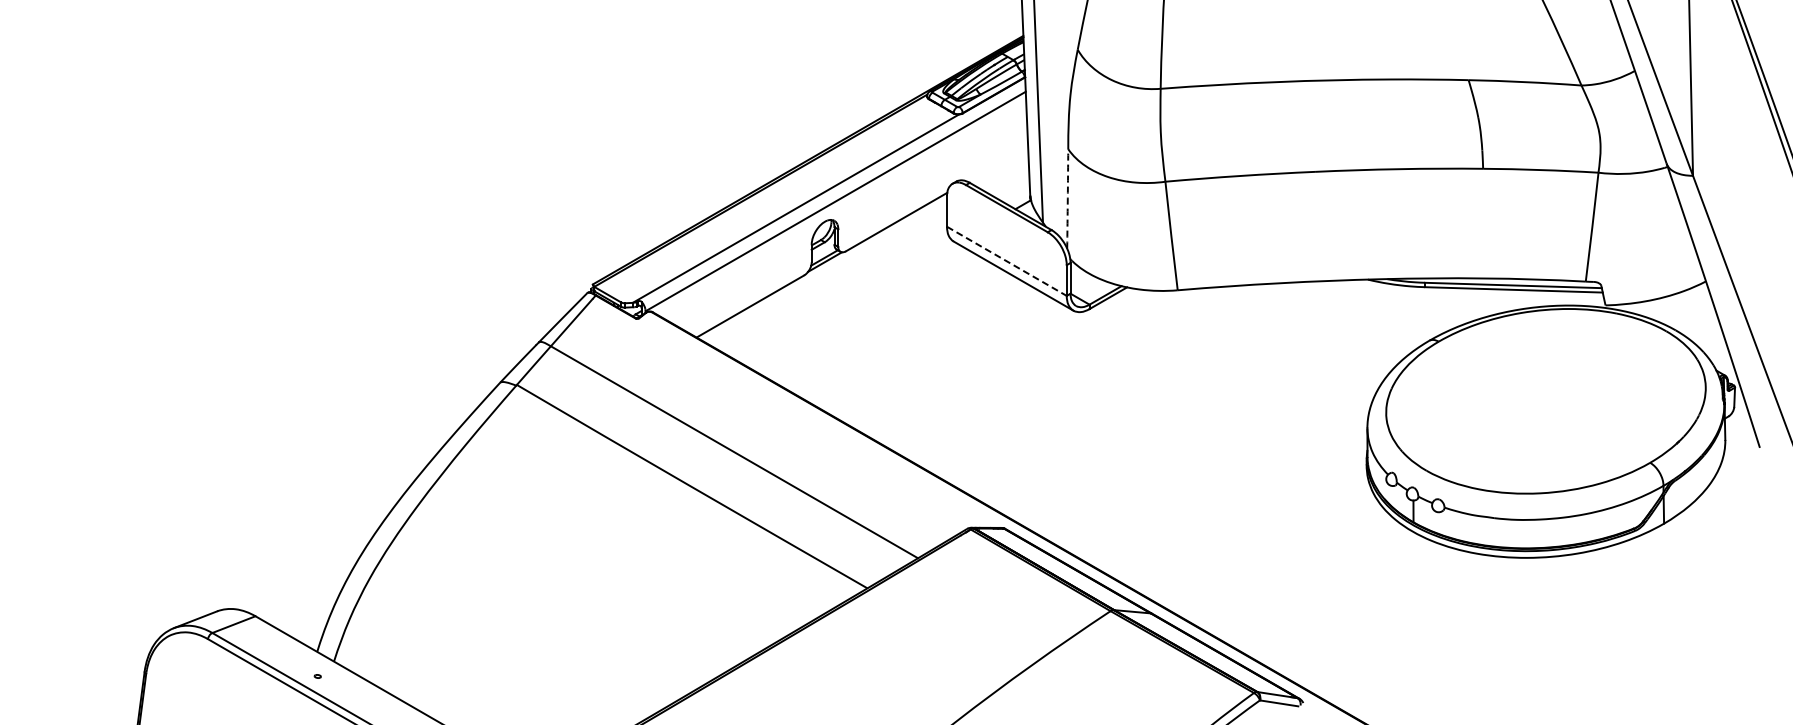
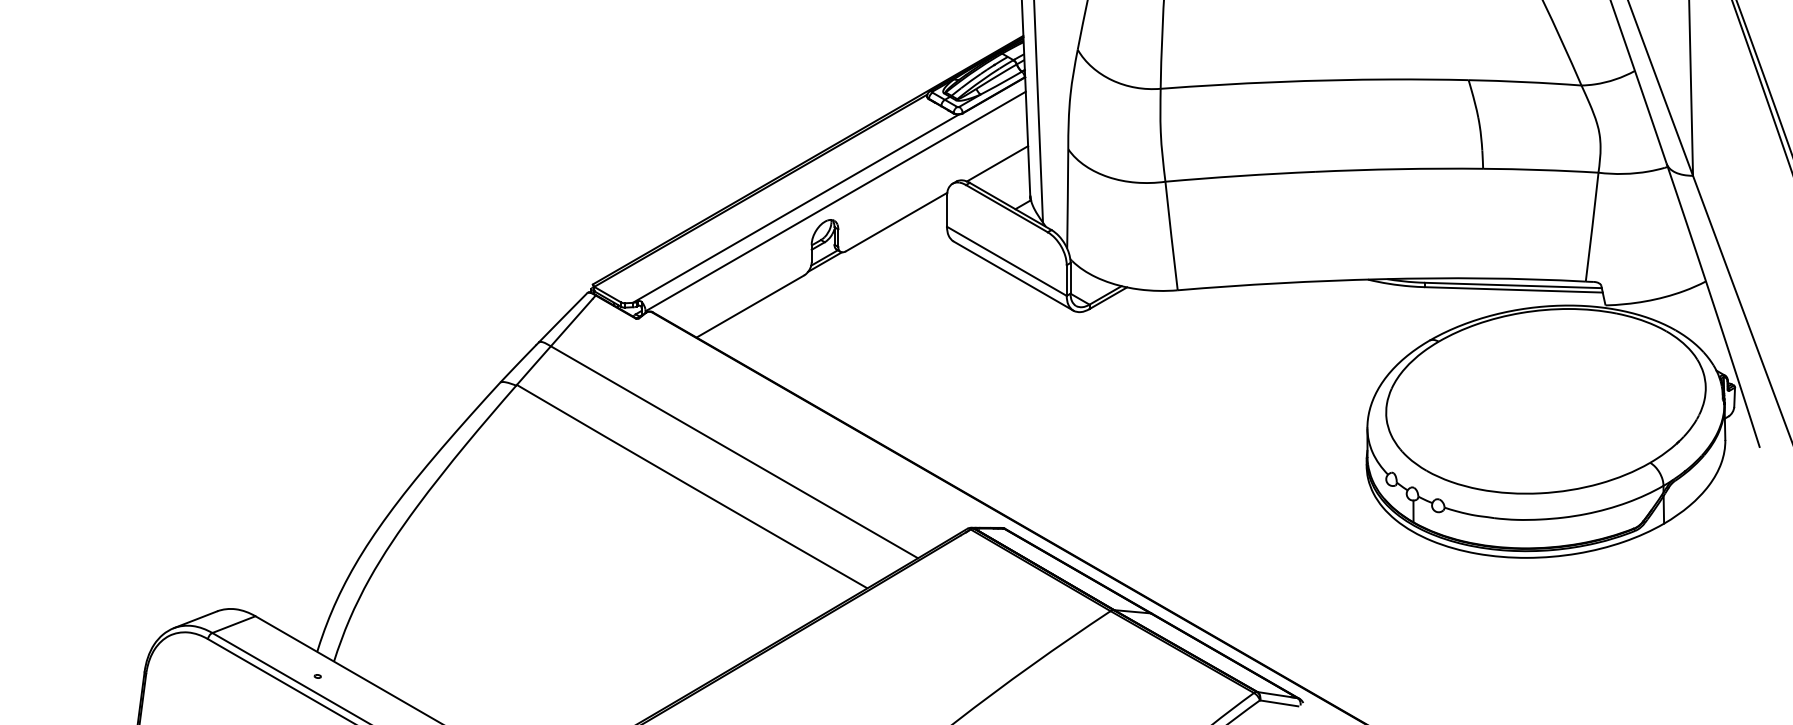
line at (997, 163): none -> present
arc at (1067, 198): dashed -> solid
line at (1007, 261): dashed -> solid
